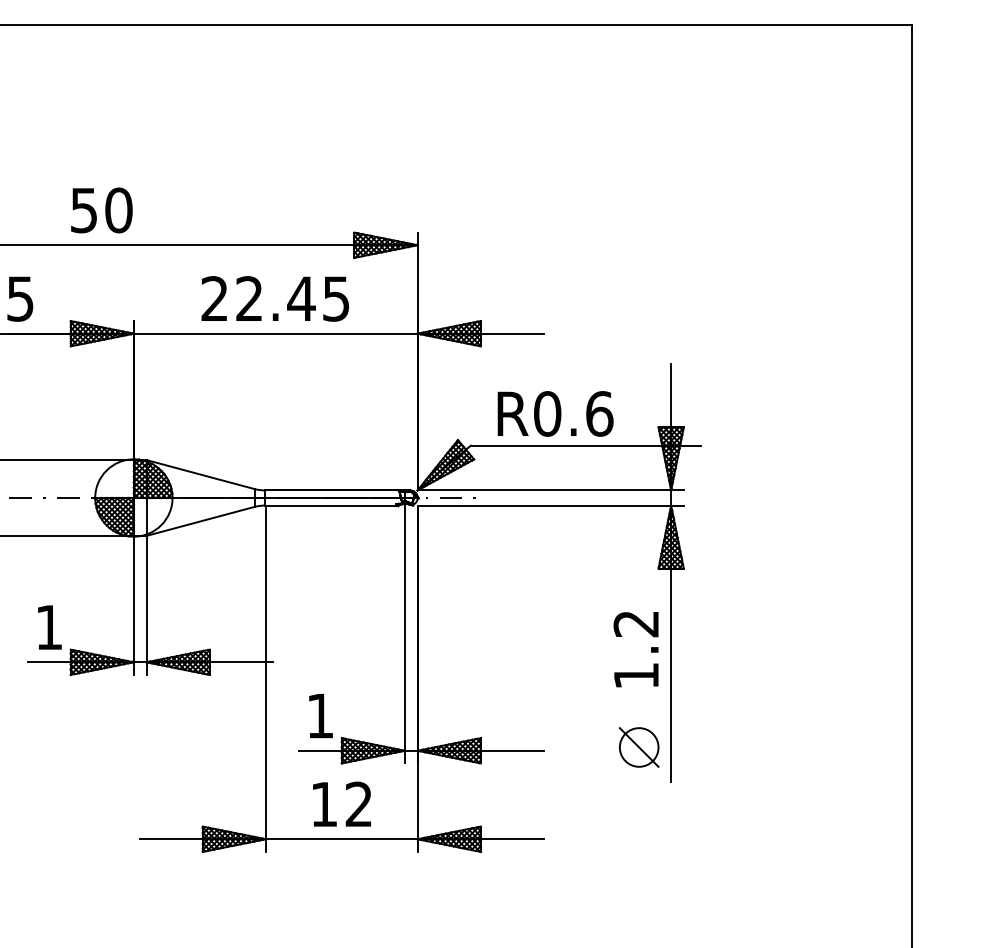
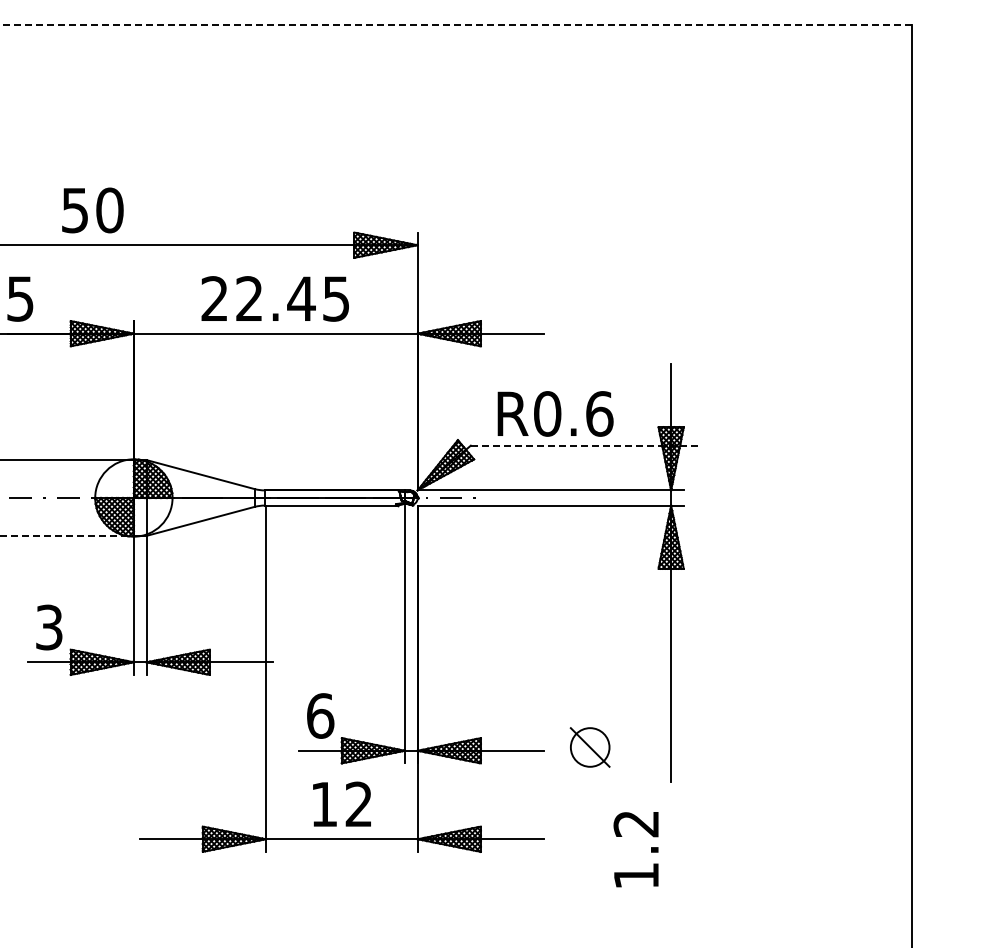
line at (455, 25): solid -> dashed
text at (101, 210) position: (101, 210) -> (92, 210)
line at (585, 445): solid -> dashed
line at (67, 535): solid -> dashed
text at (49, 627): 1 -> 3
text at (635, 649) position: (635, 649) -> (635, 849)
text at (320, 715): 1 -> 6
part at (638, 747) position: (638, 747) -> (589, 747)
